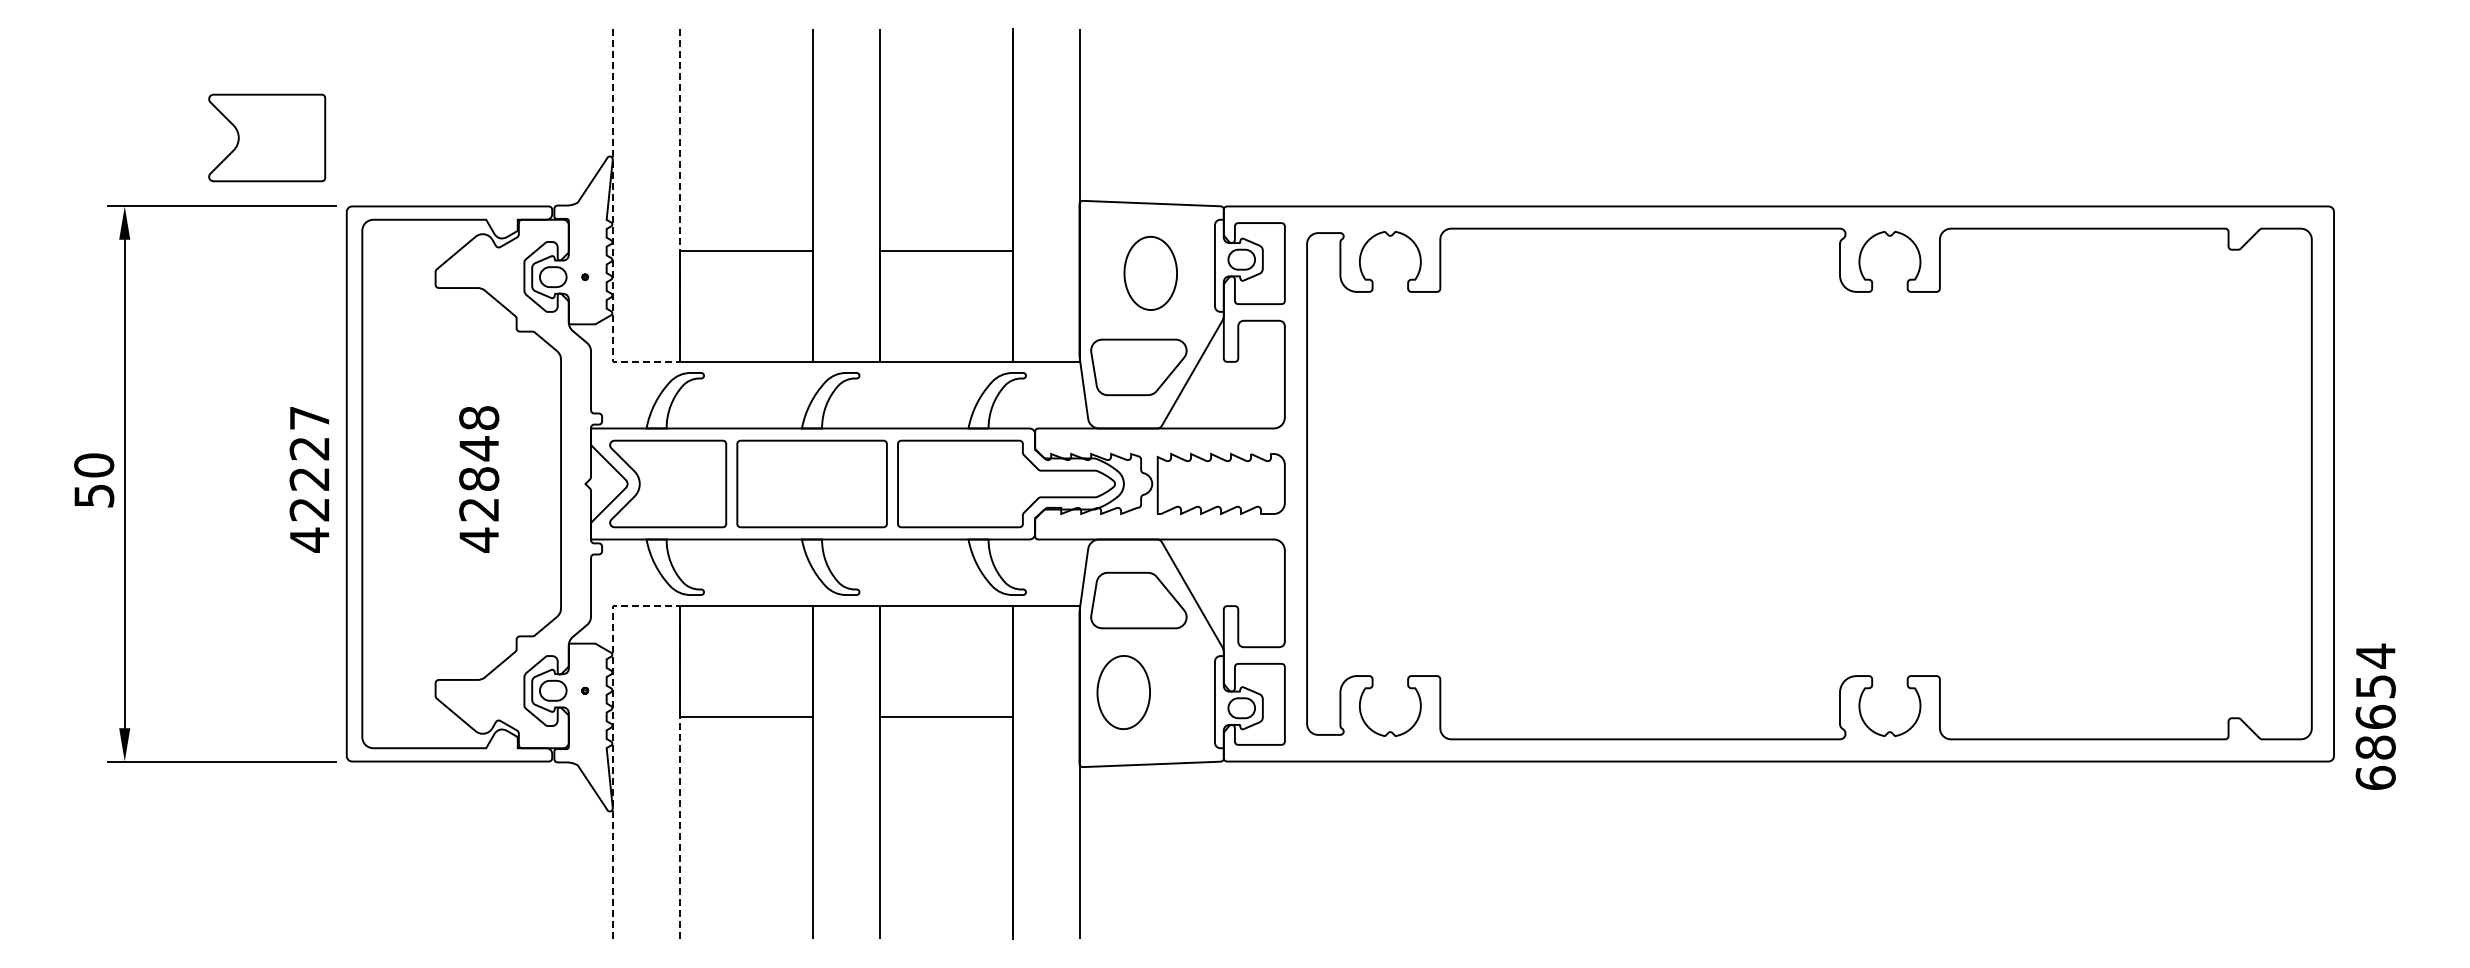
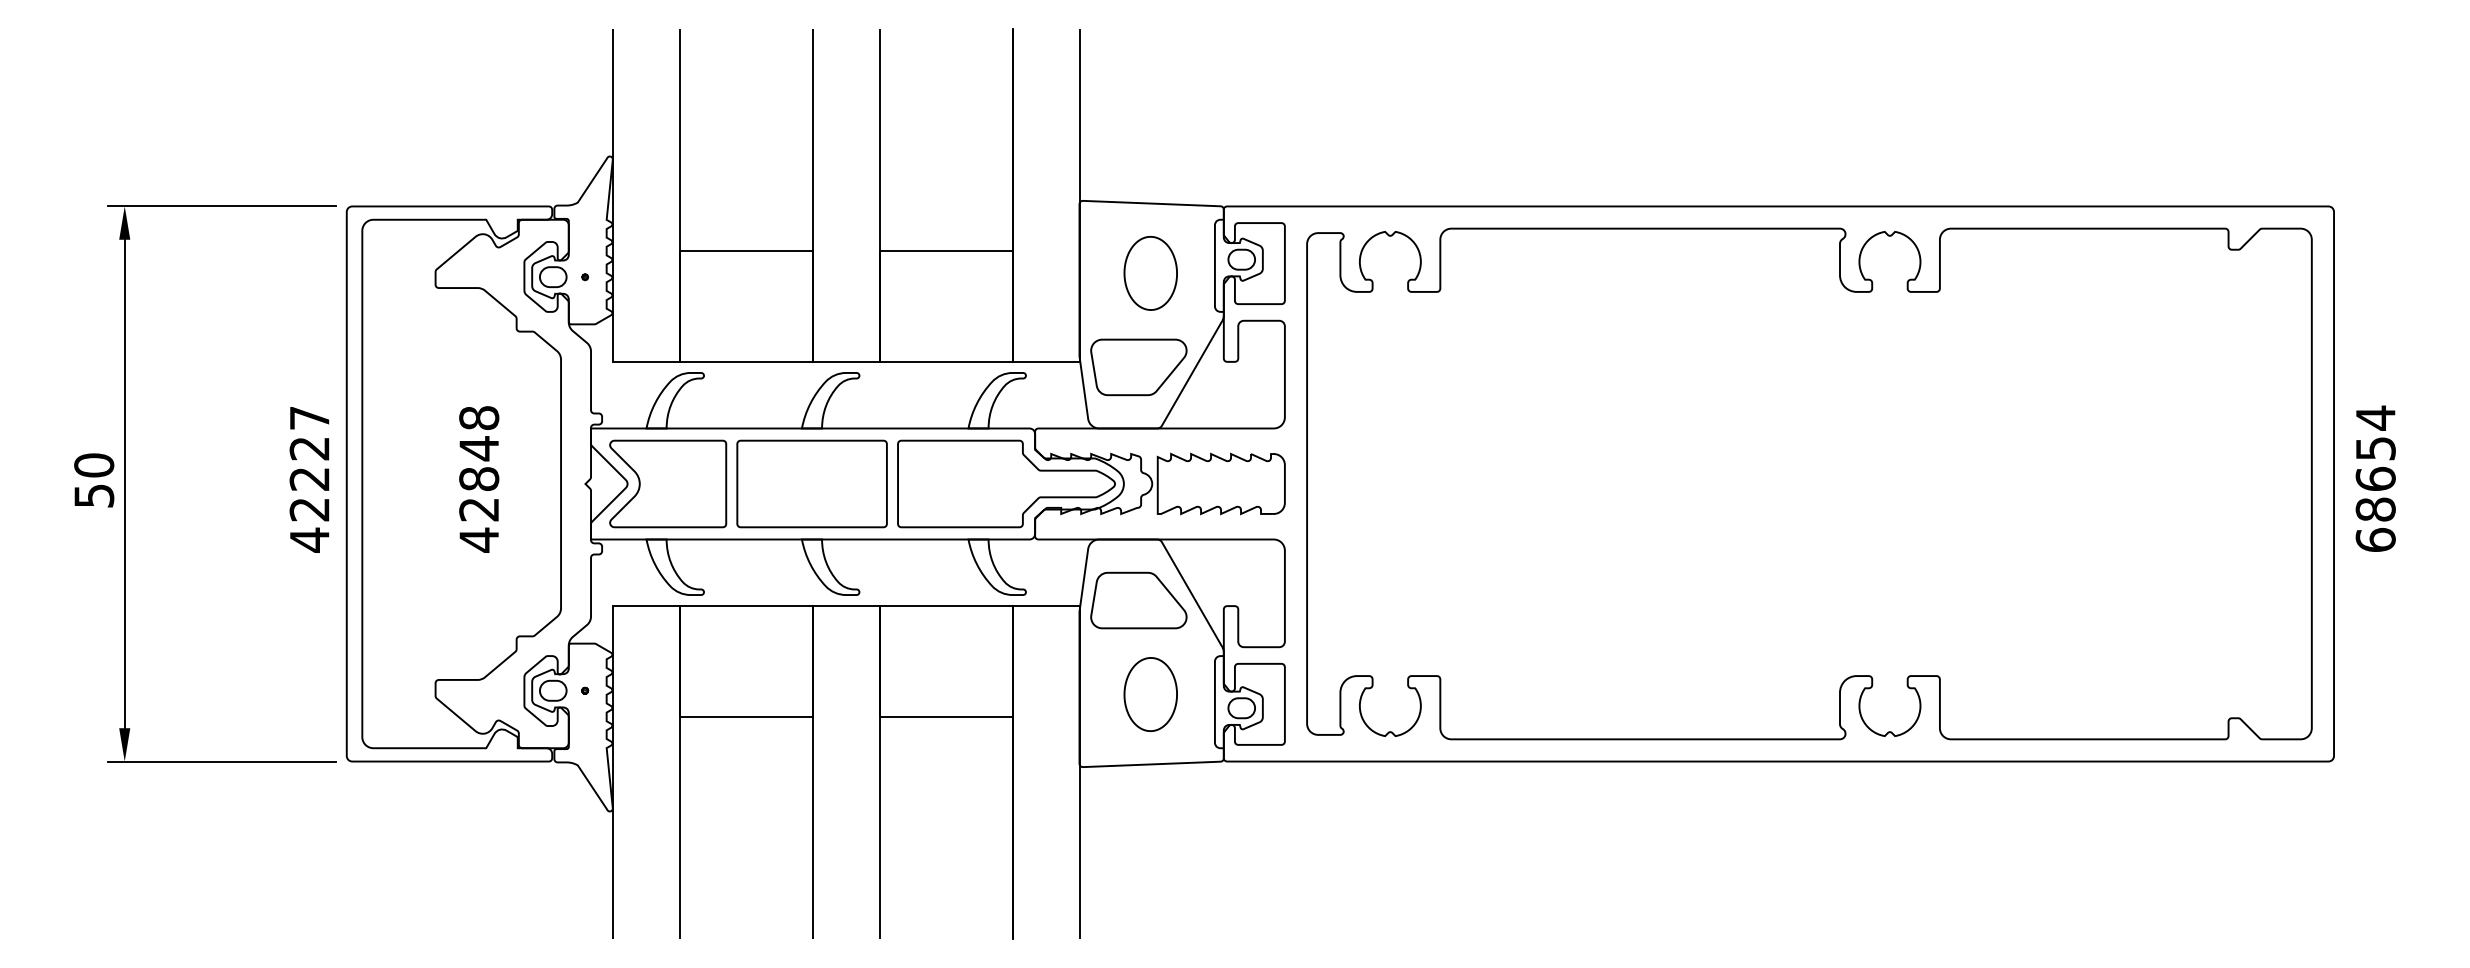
part at (267, 137): present -> none
line at (647, 361): dashed -> solid
line at (647, 606): dashed -> solid
part at (1123, 692) position: (1123, 692) -> (1150, 694)
text at (2375, 716) position: (2375, 716) -> (2375, 478)
